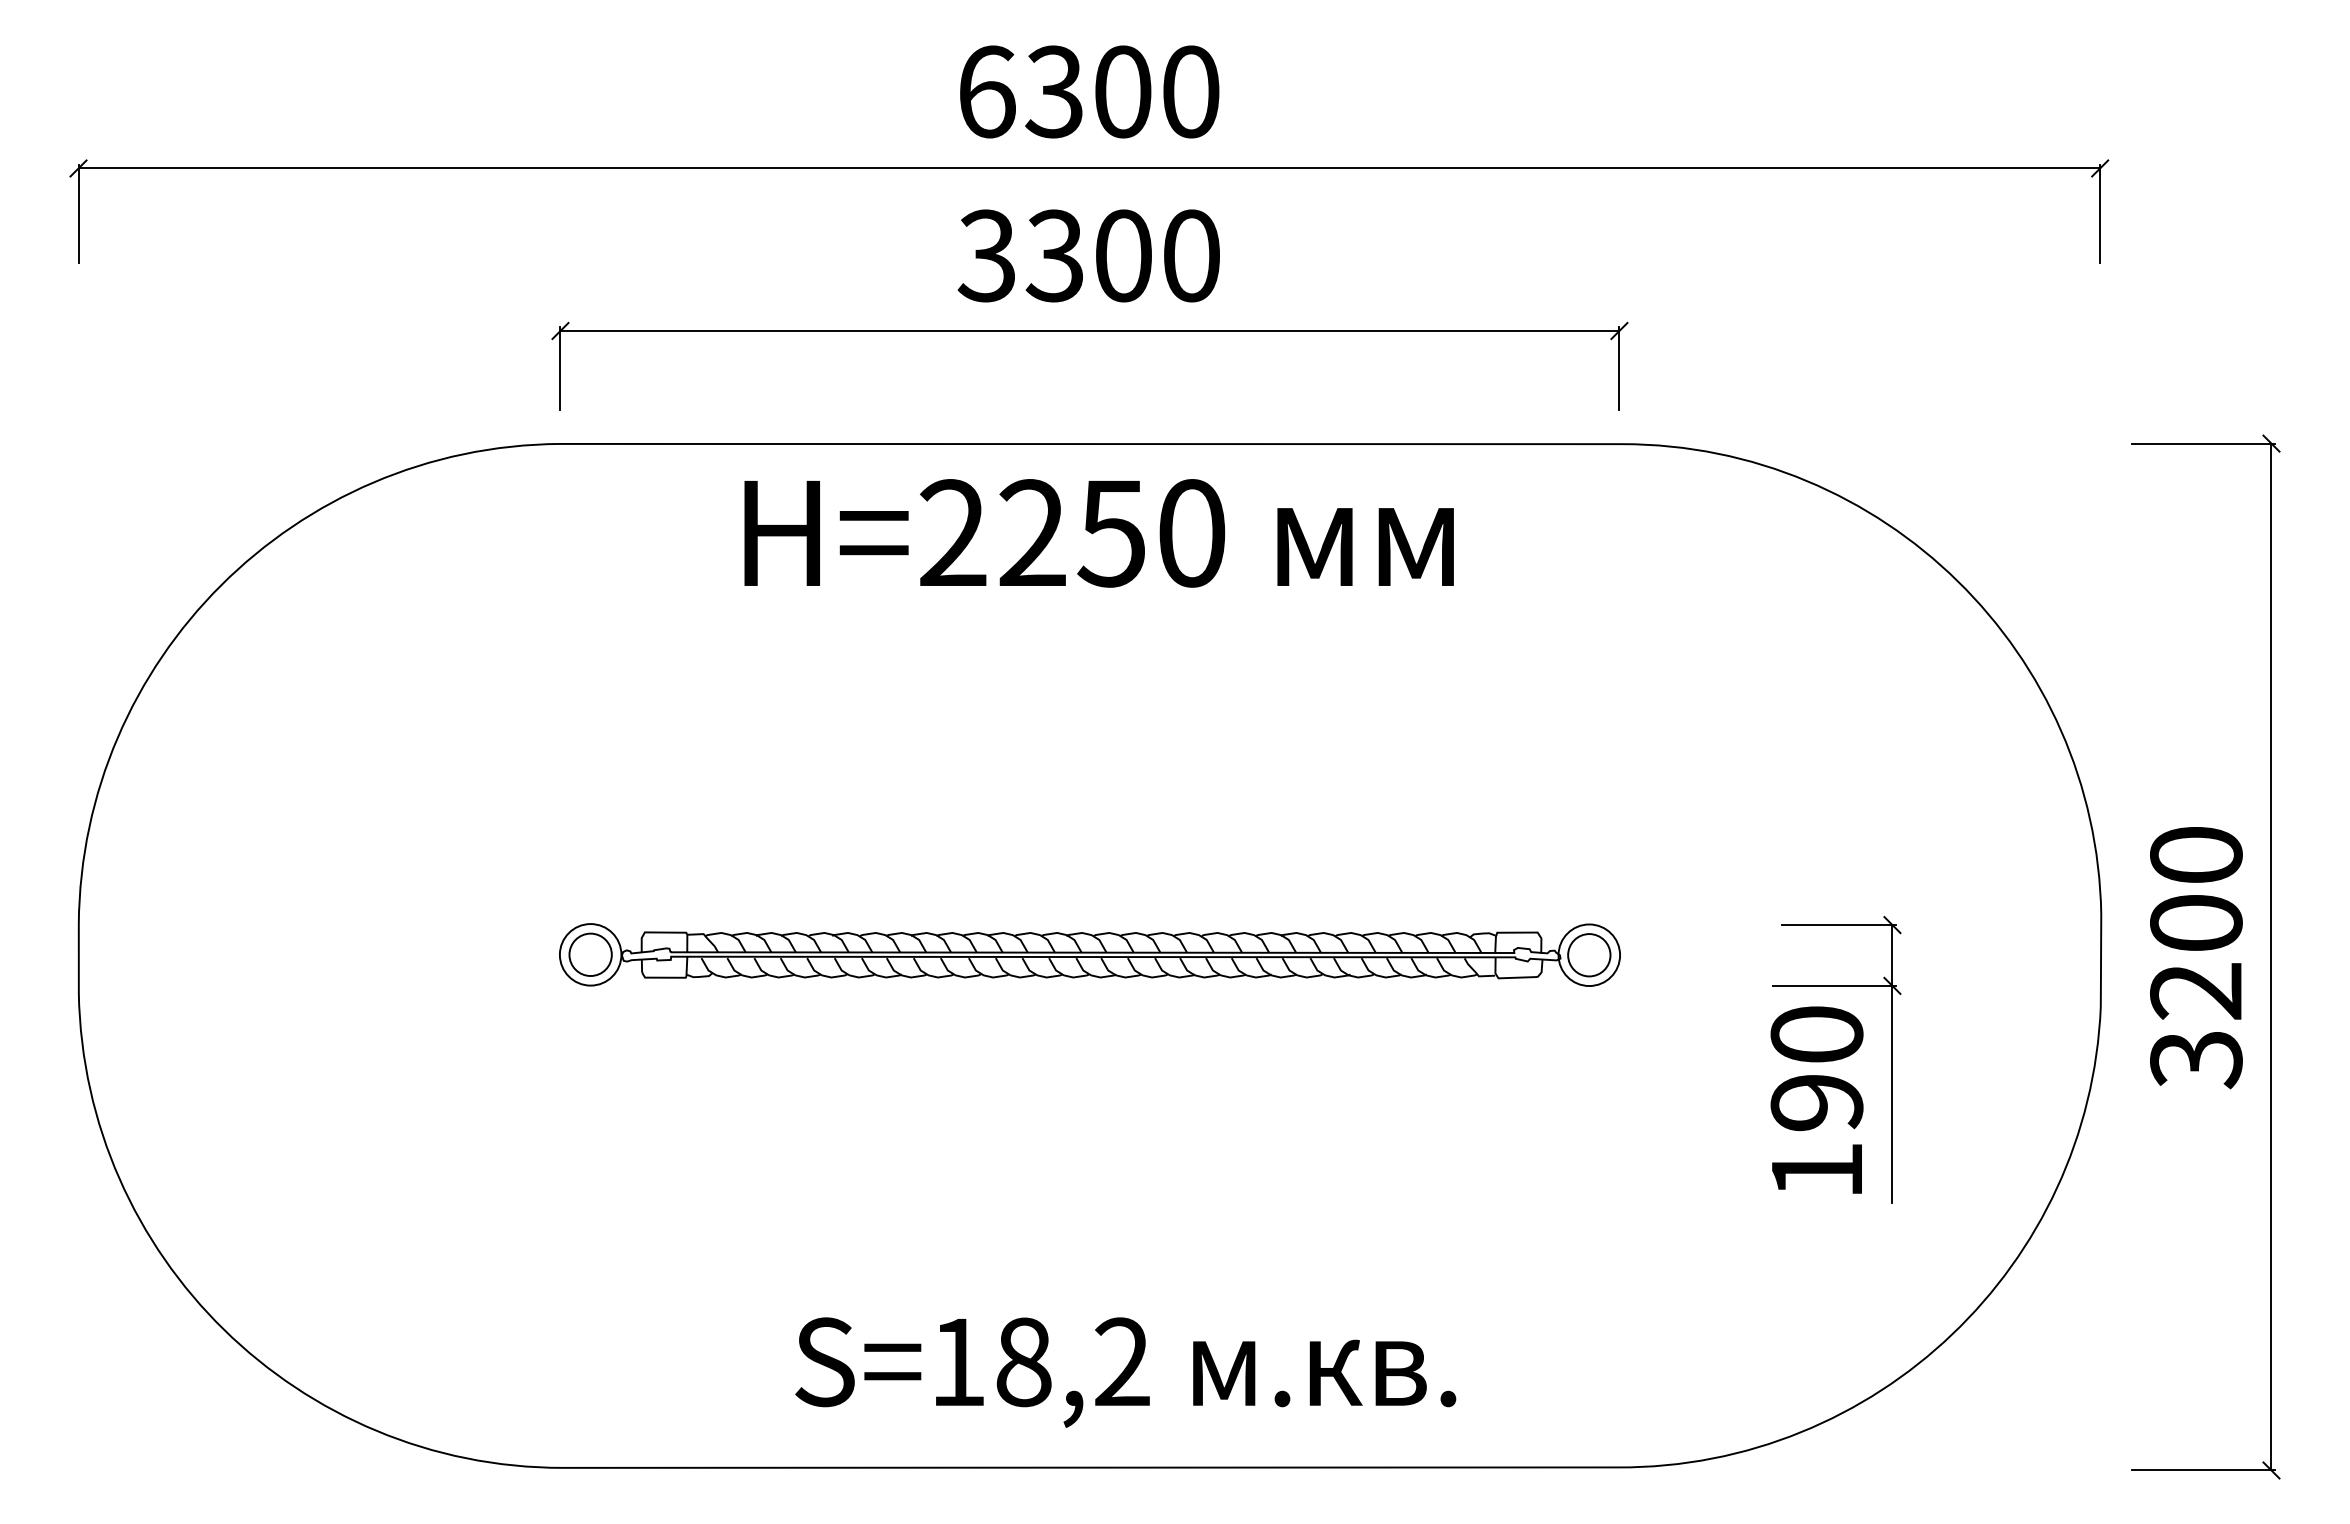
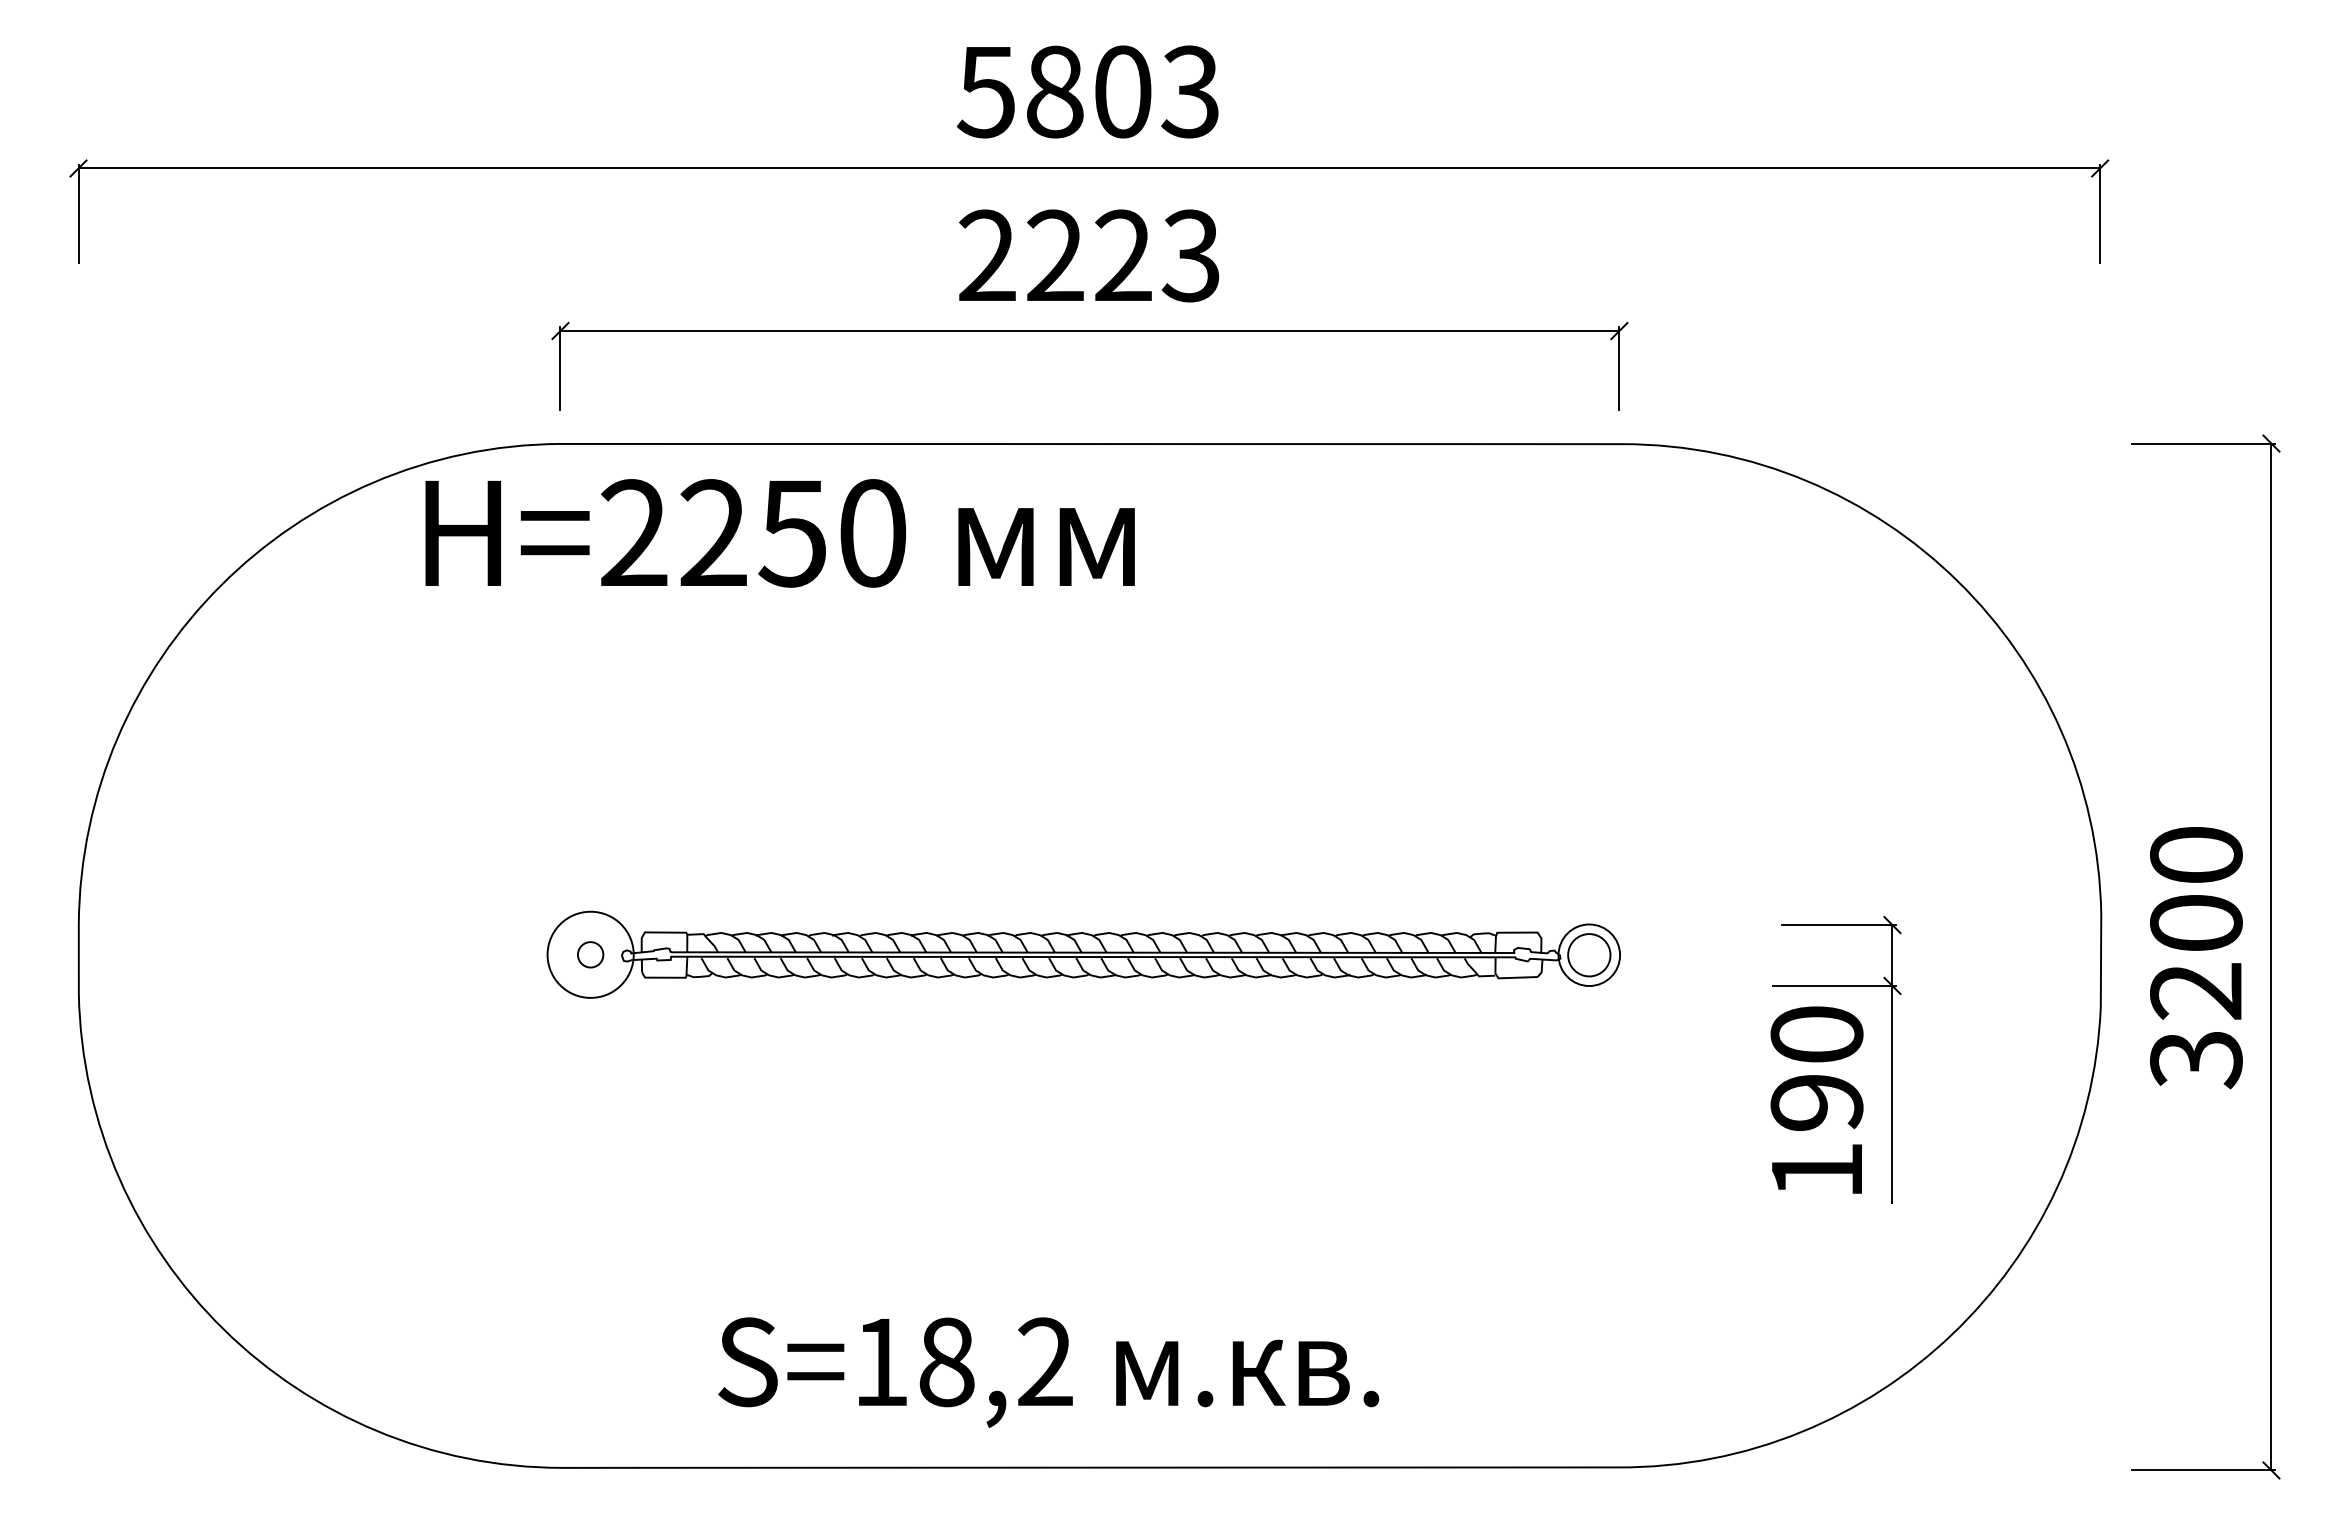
text at (1087, 91): 6300 -> 5803
text at (1088, 255): 3300 -> 2223
text at (1098, 533) position: (1098, 533) -> (779, 533)
circle at (590, 954) diameter: 42 px -> 25 px
circle at (590, 954) diameter: 62 px -> 86 px
text at (1125, 1372) position: (1125, 1372) -> (1048, 1372)
